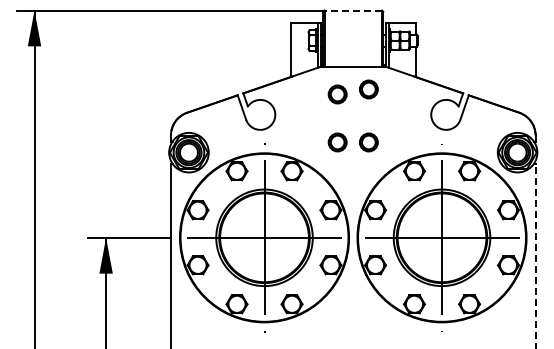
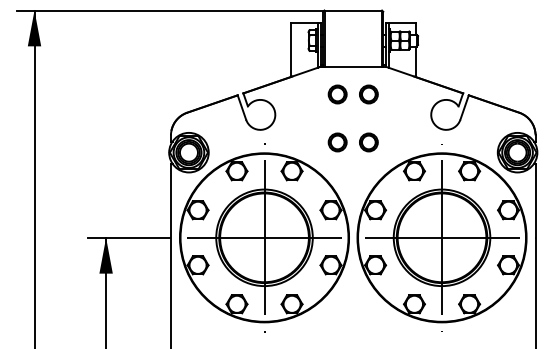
line at (353, 10): dashed -> solid
part at (368, 89) position: (368, 89) -> (368, 94)
line at (535, 255): dashed -> solid
